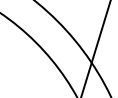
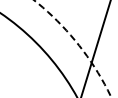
circle at (72, 48): solid -> dashed
